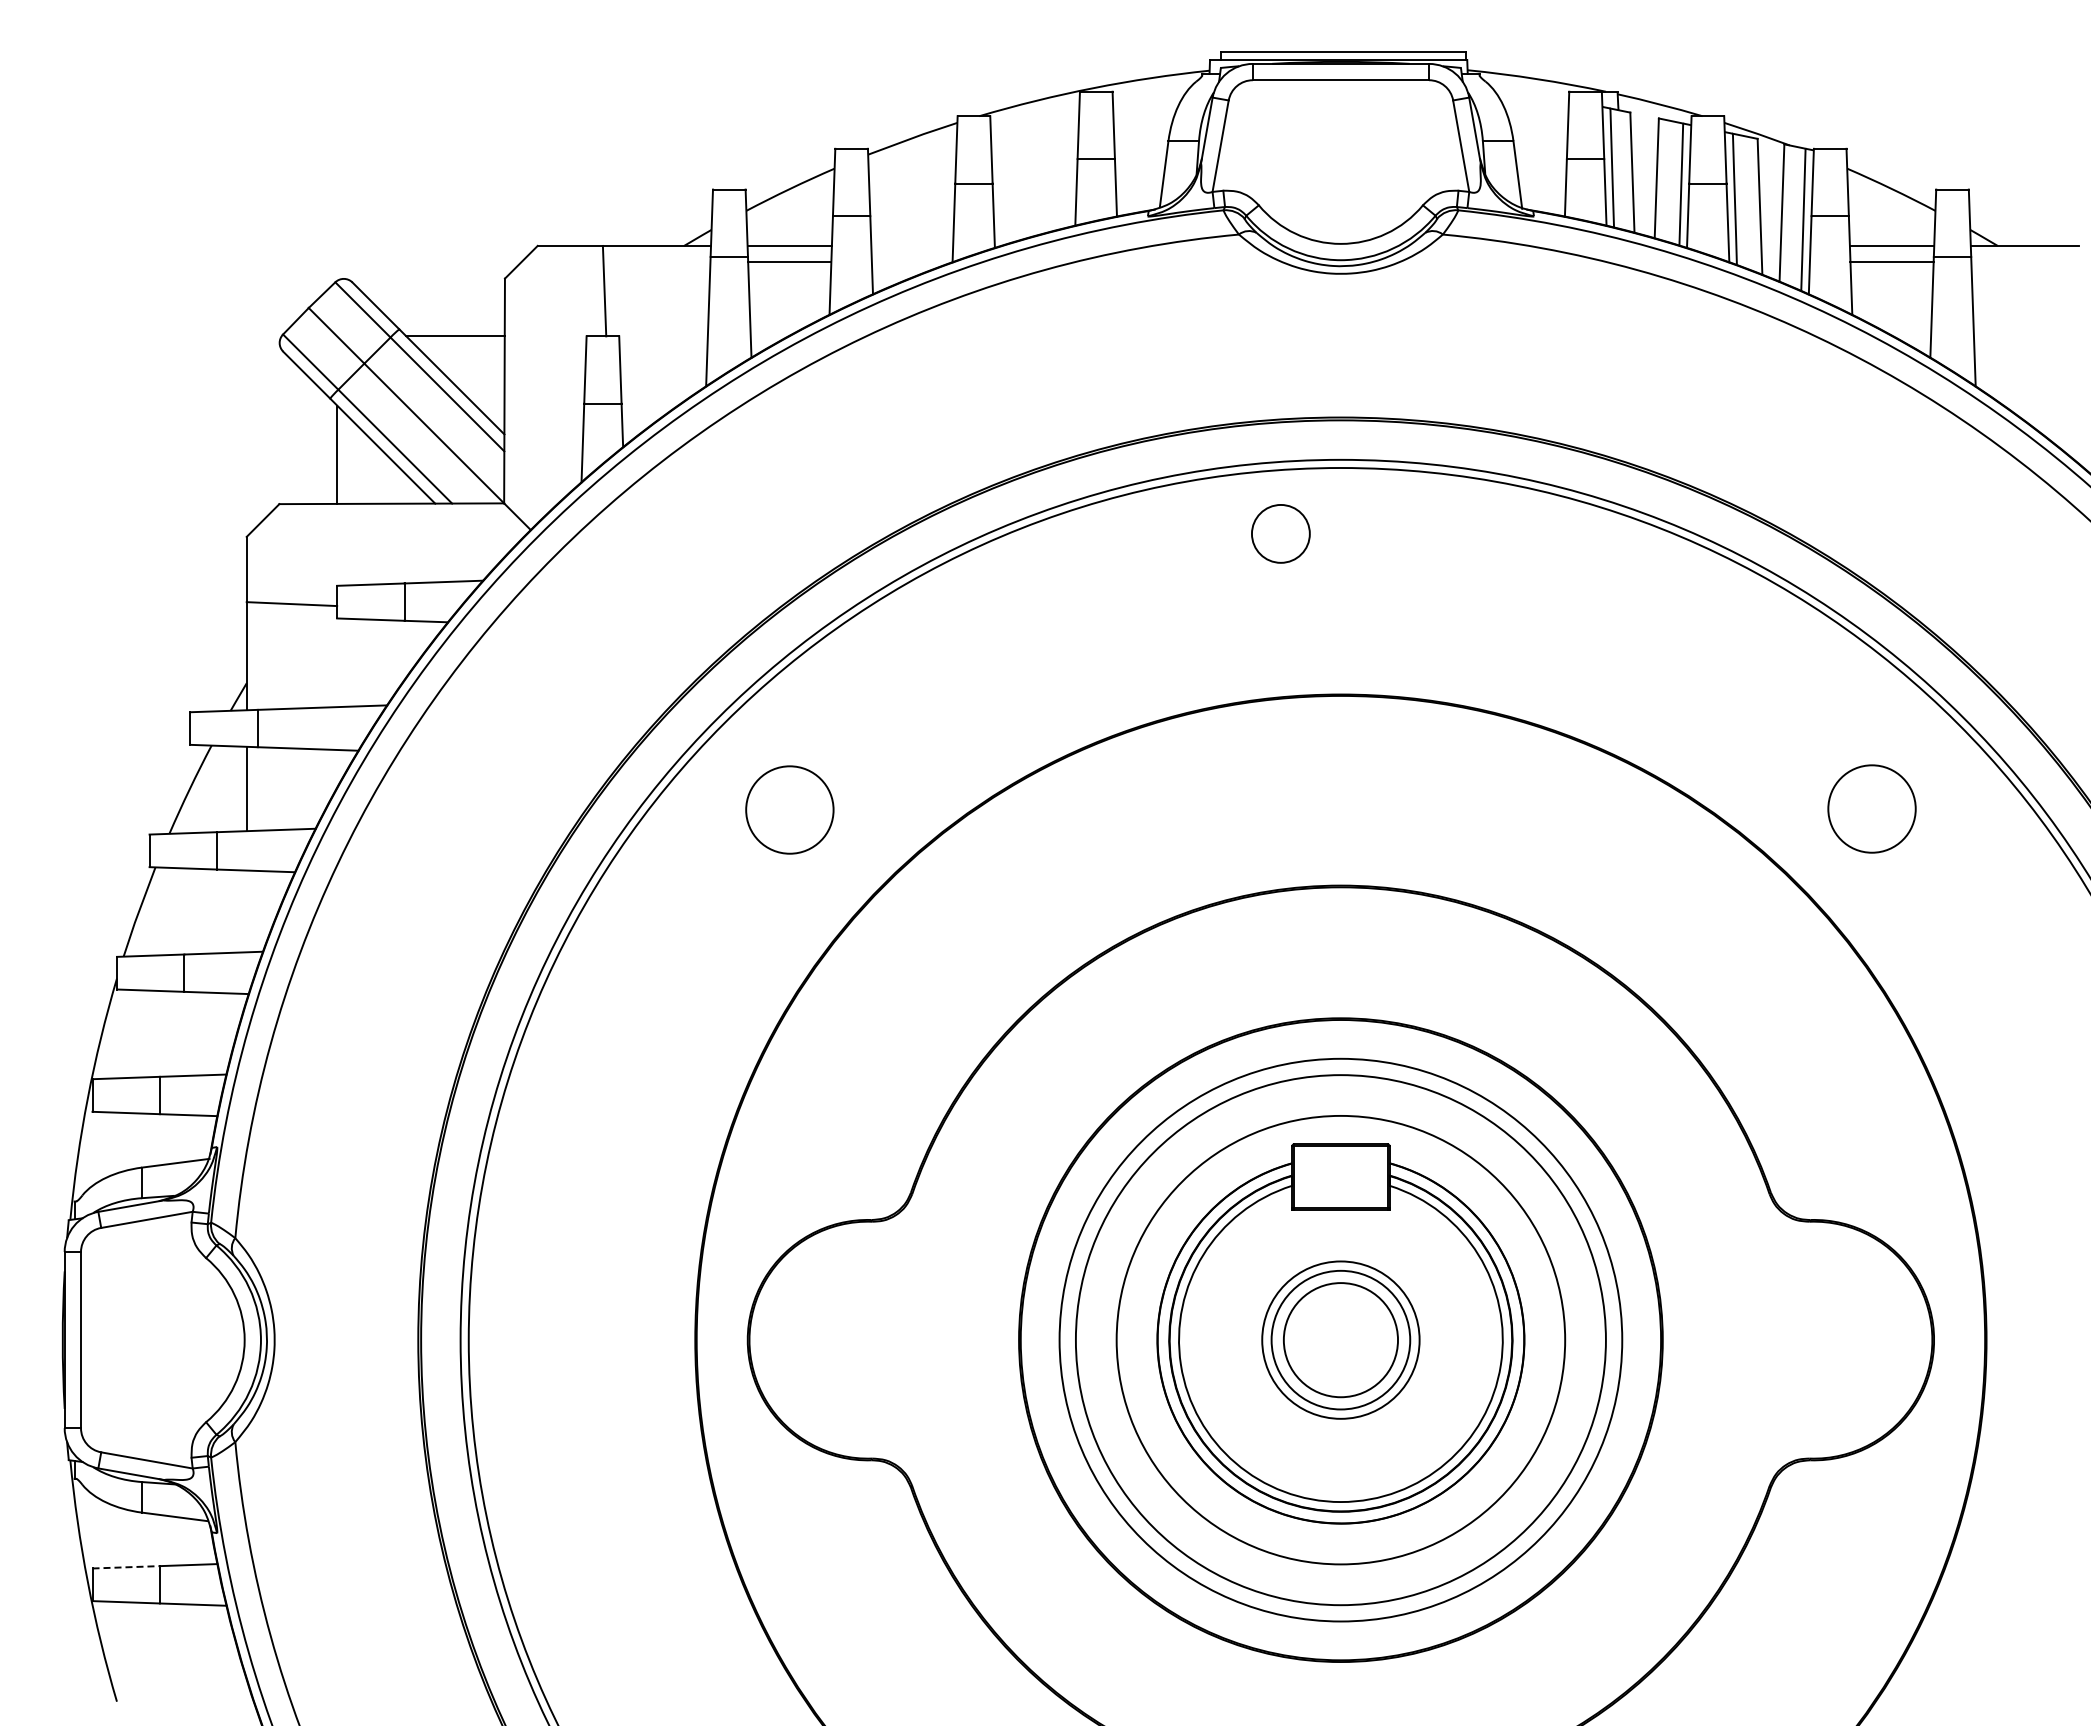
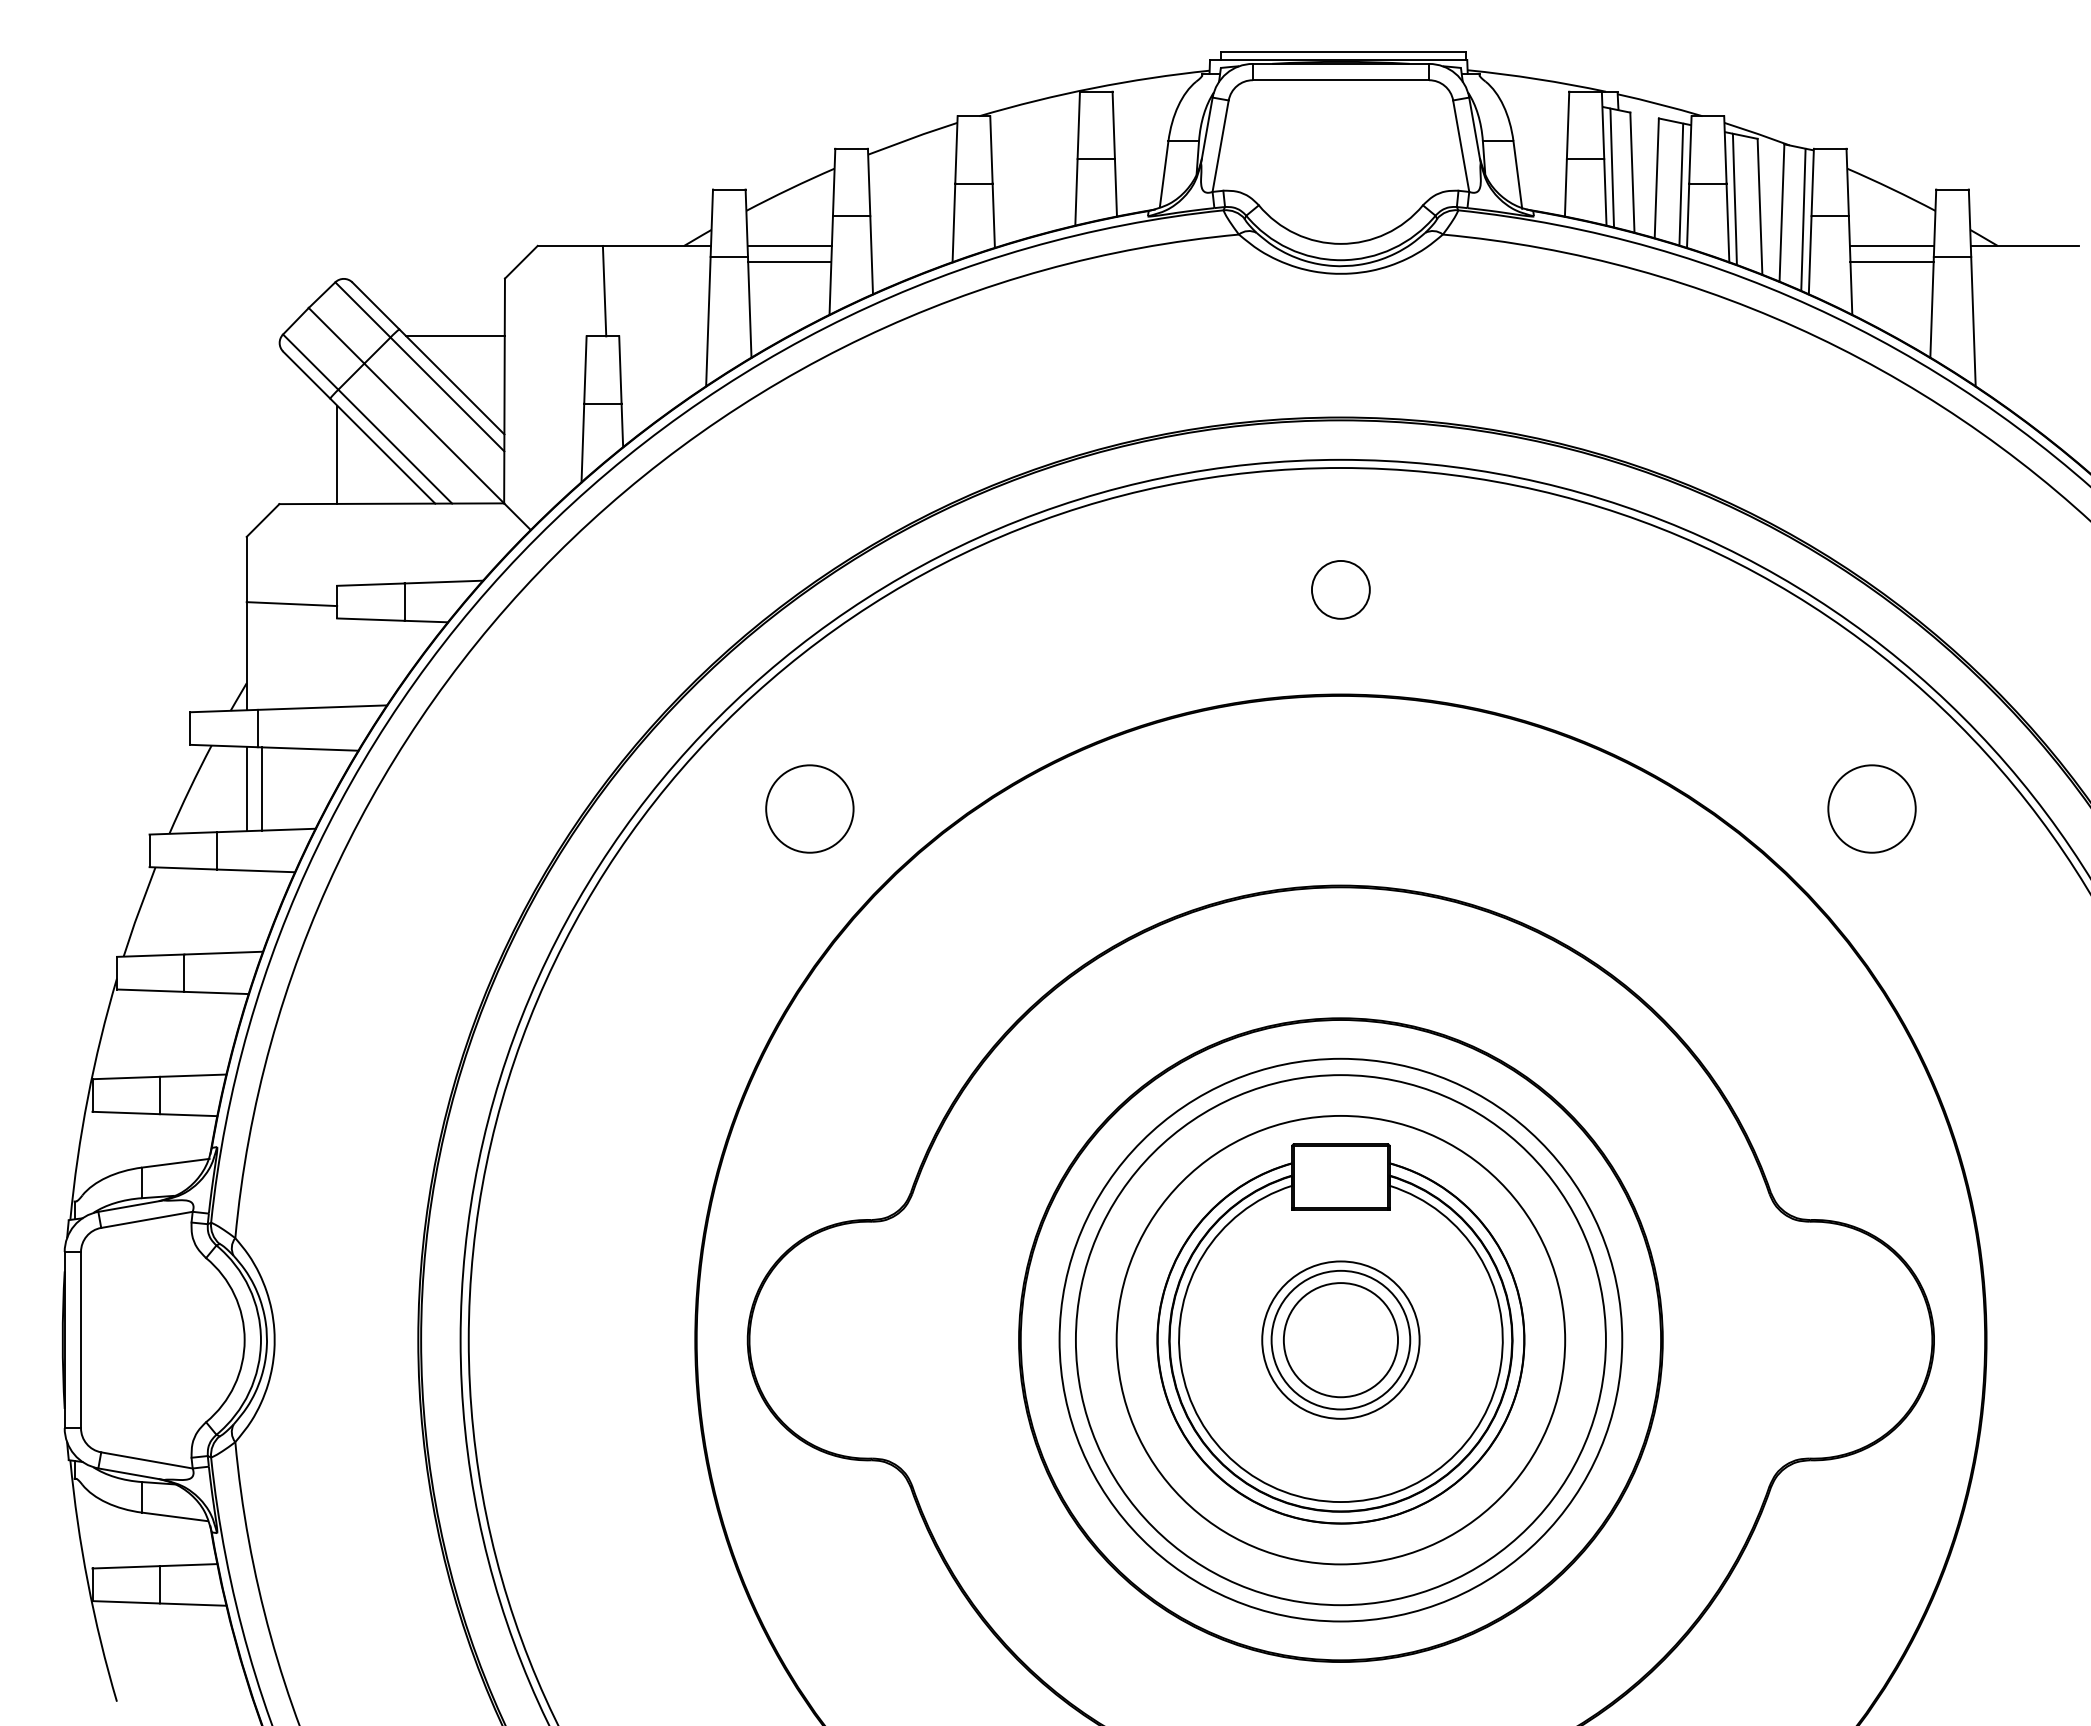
circle at (1280, 533) position: (1280, 533) -> (1340, 589)
line at (262, 788): none -> present
circle at (789, 809) position: (789, 809) -> (809, 808)
line at (126, 1567): dashed -> solid
